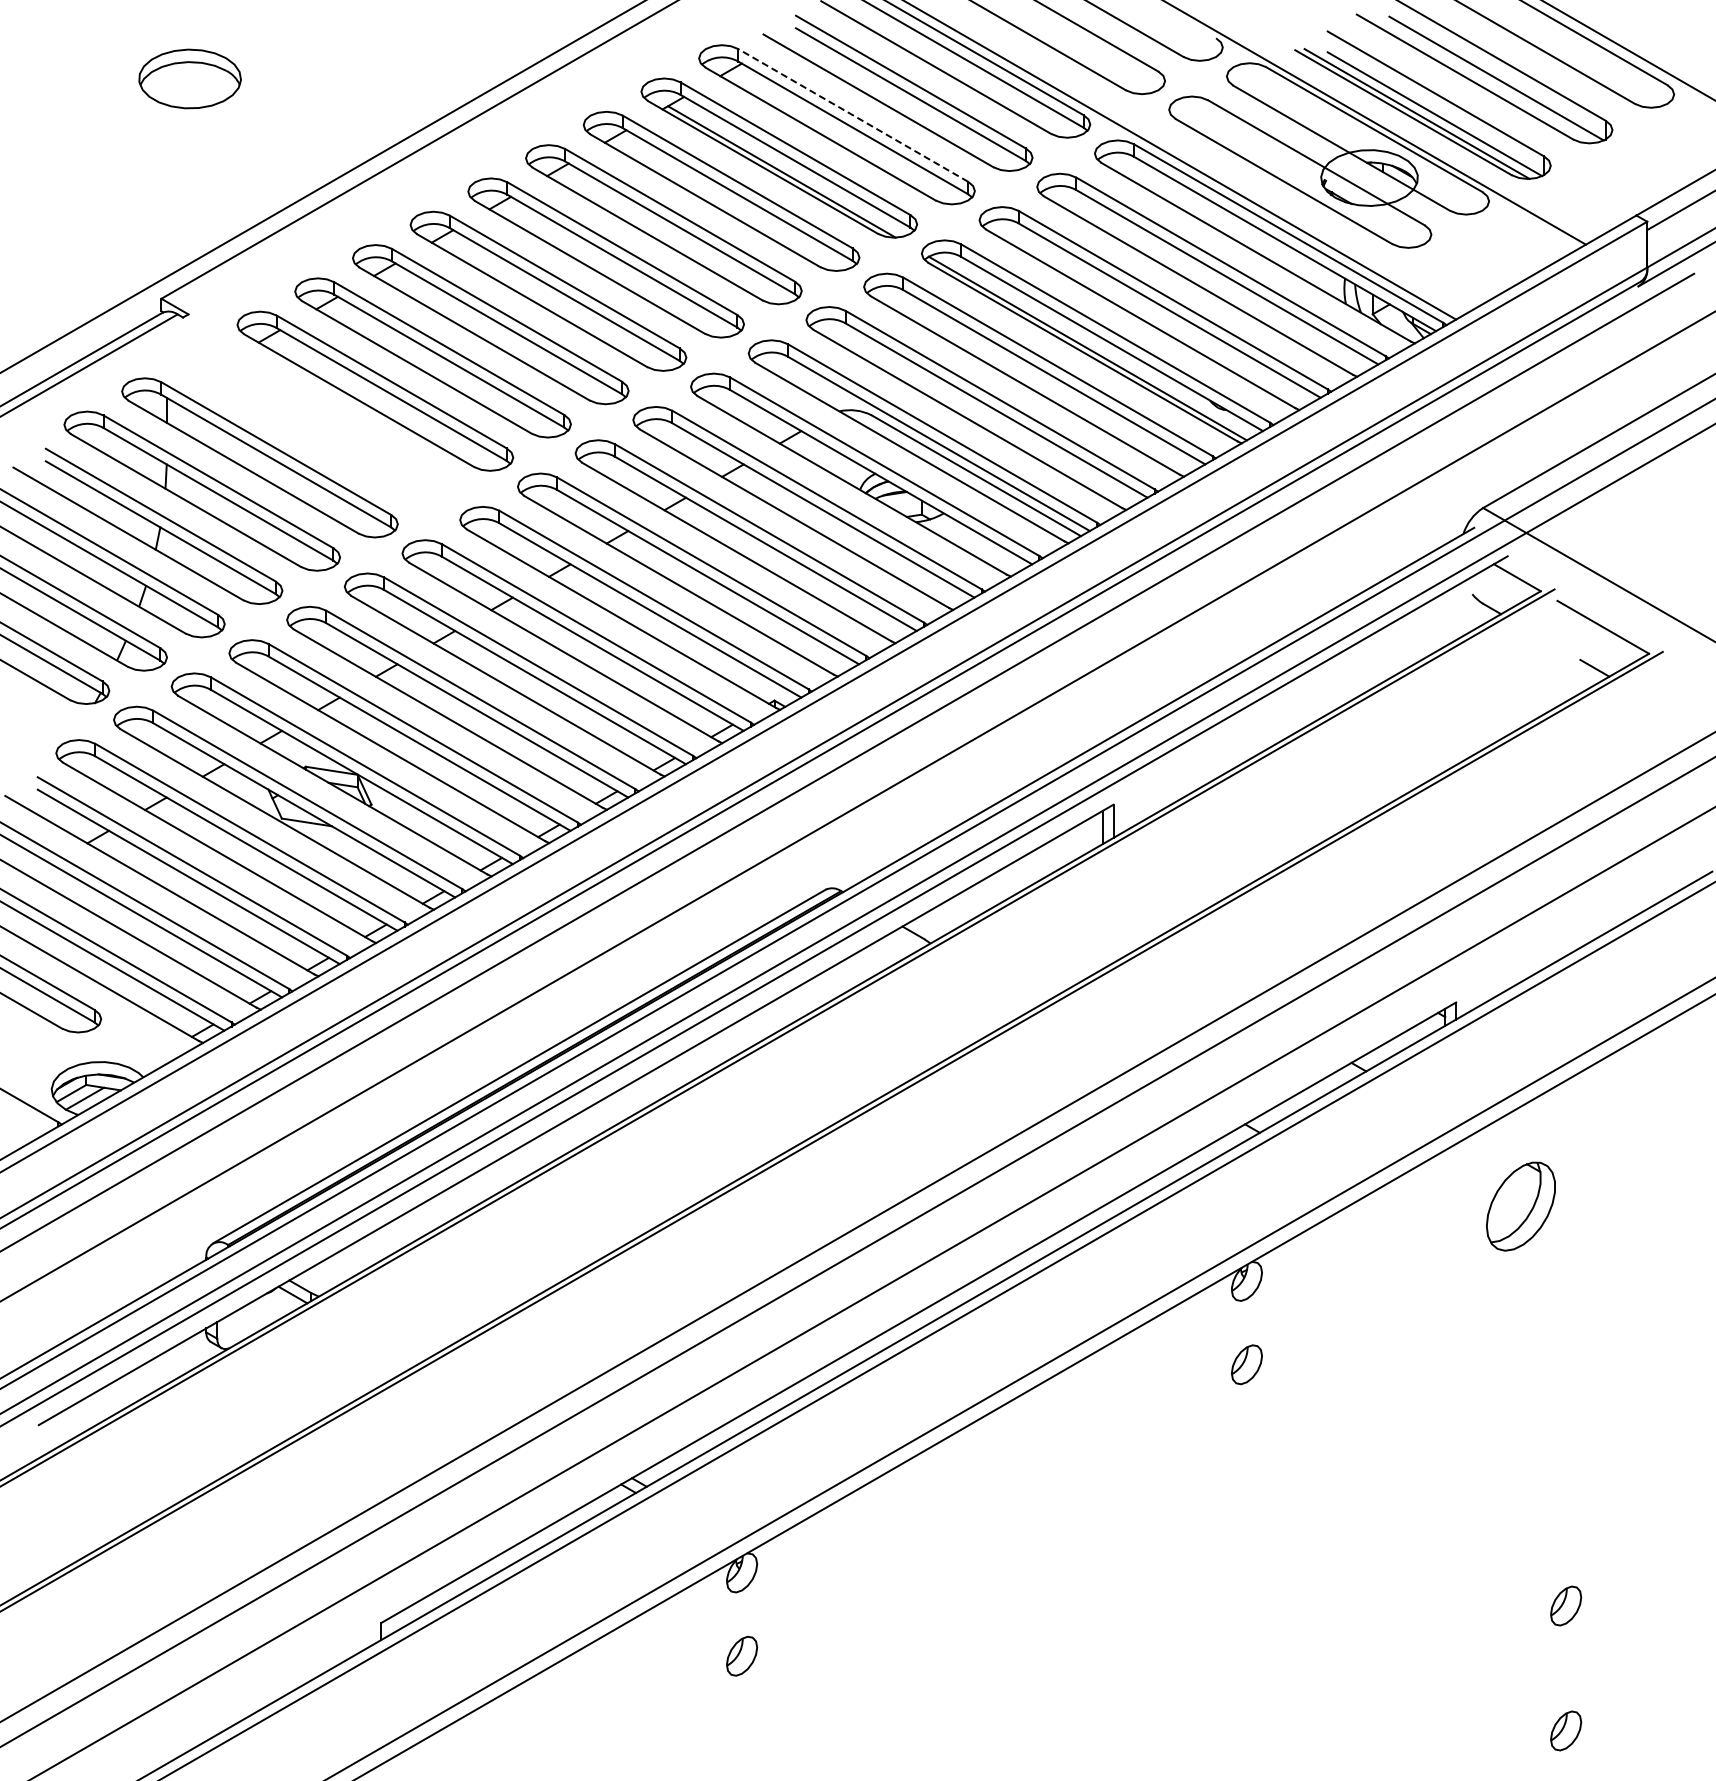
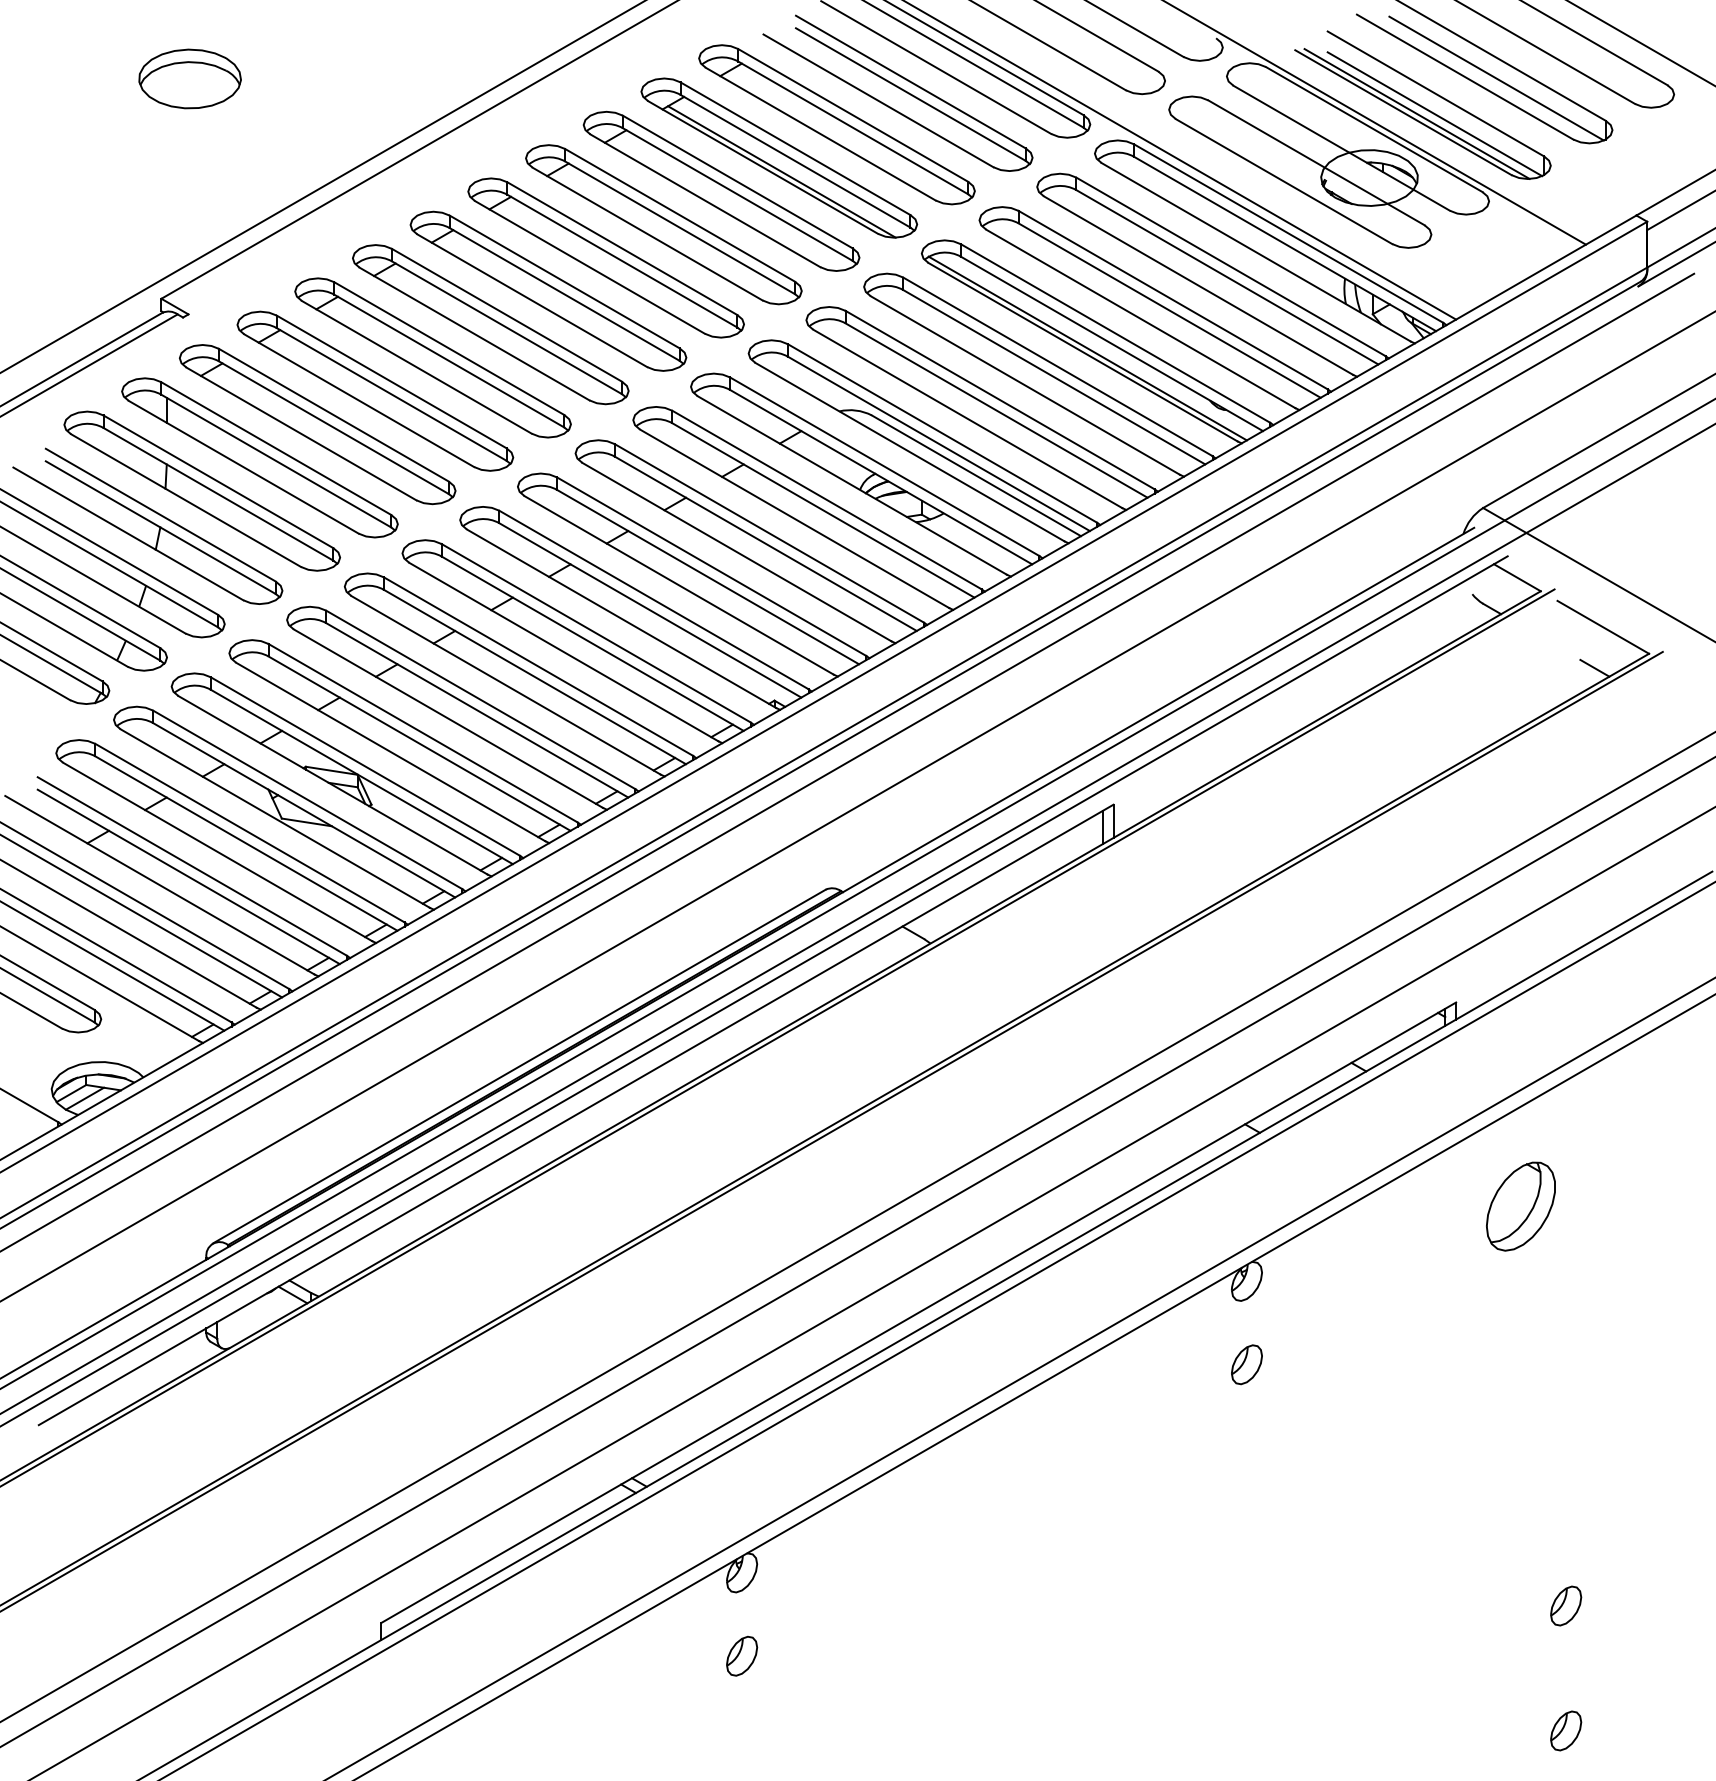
line at (1628, 50) position: (1628, 50) -> (1640, 43)
line at (853, 115): dashed -> solid
part at (317, 424): none -> present
